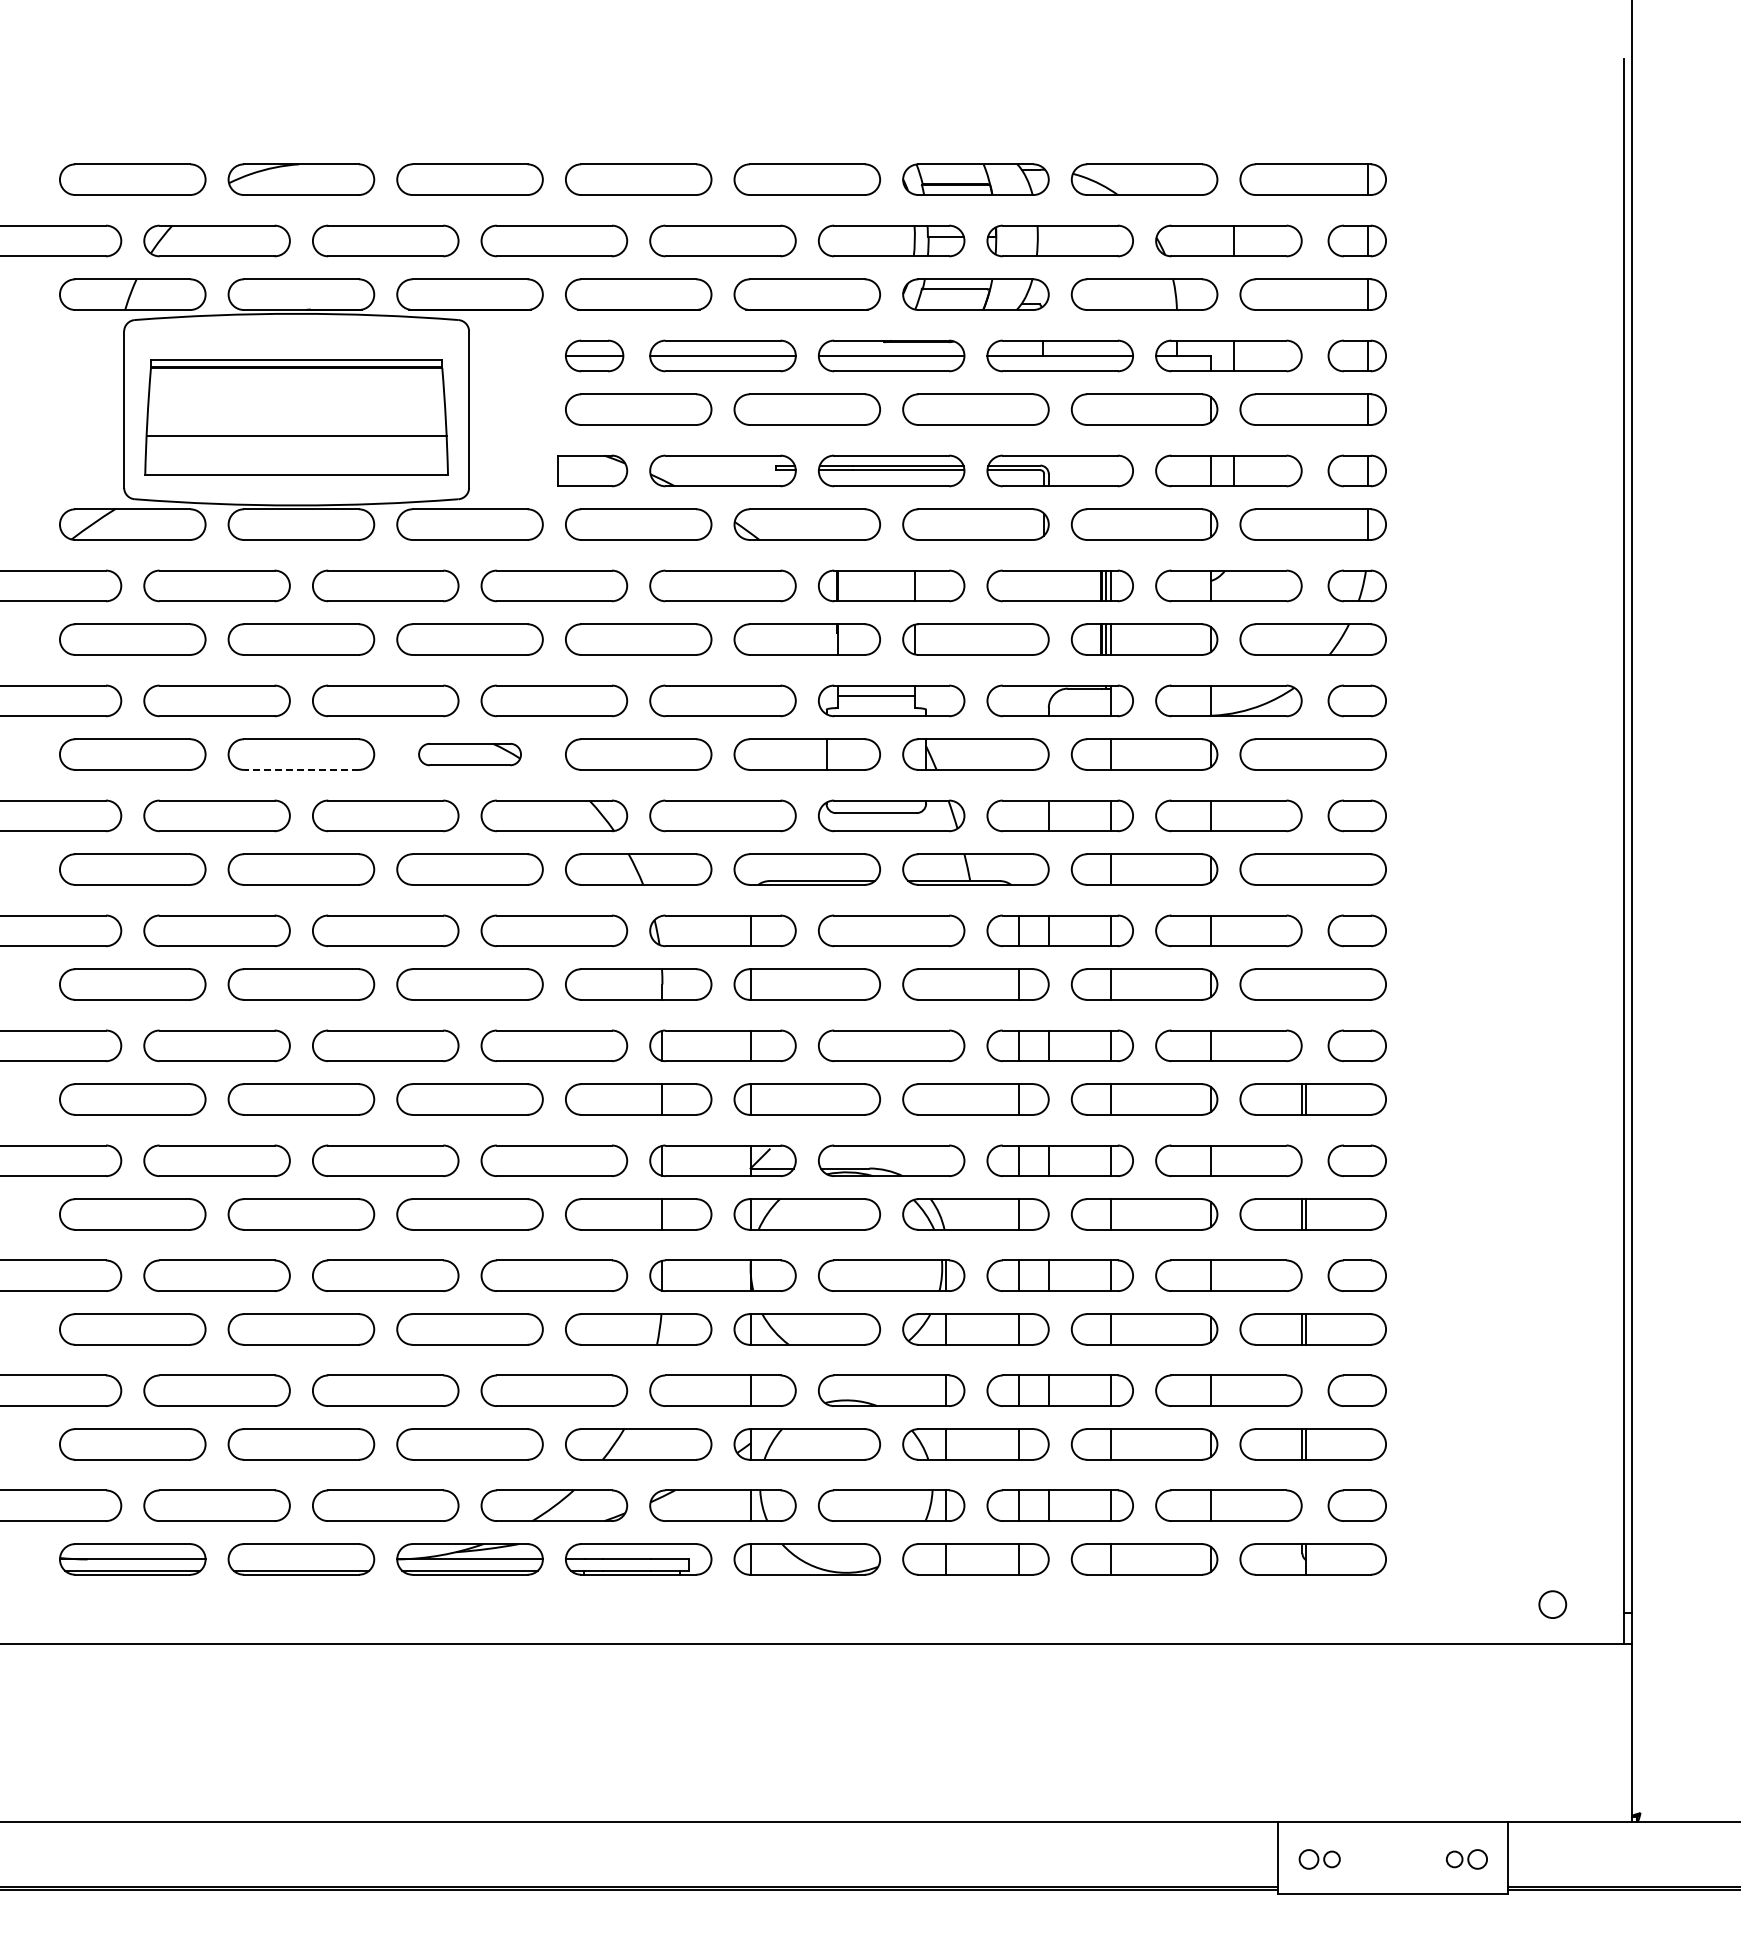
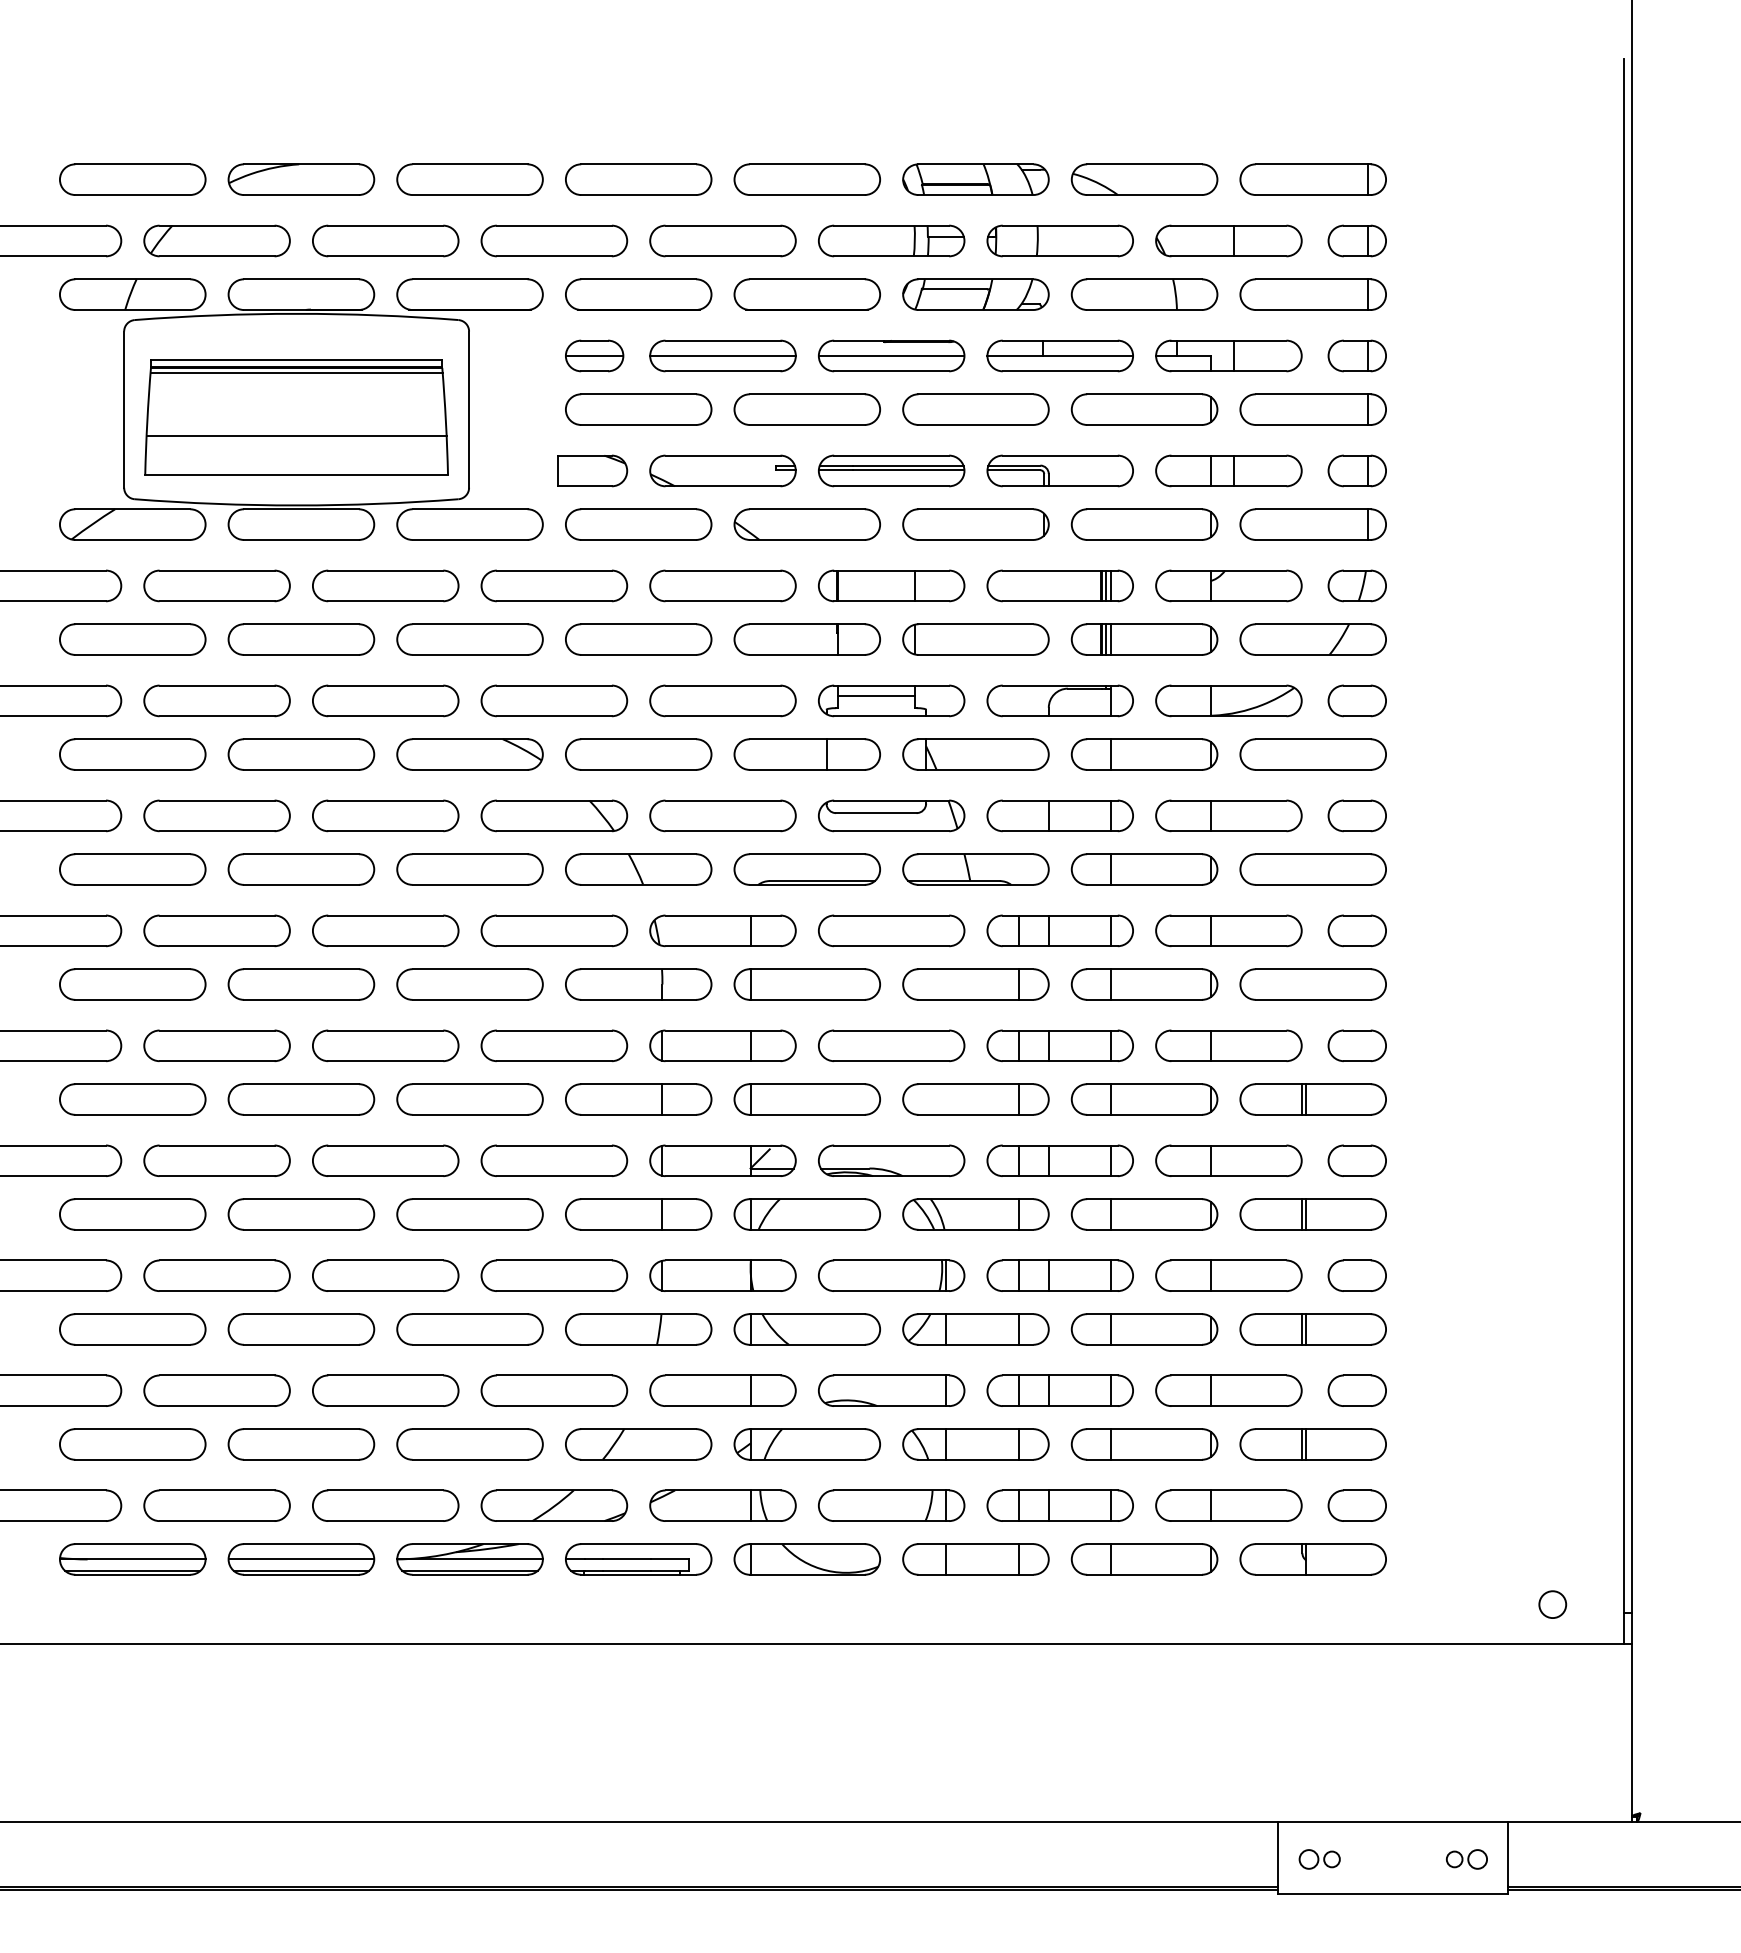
line at (296, 373): none -> present
part at (469, 754) size: 104x24 px -> 148x33 px
line at (300, 769): dashed -> solid
line at (301, 1559): none -> present
